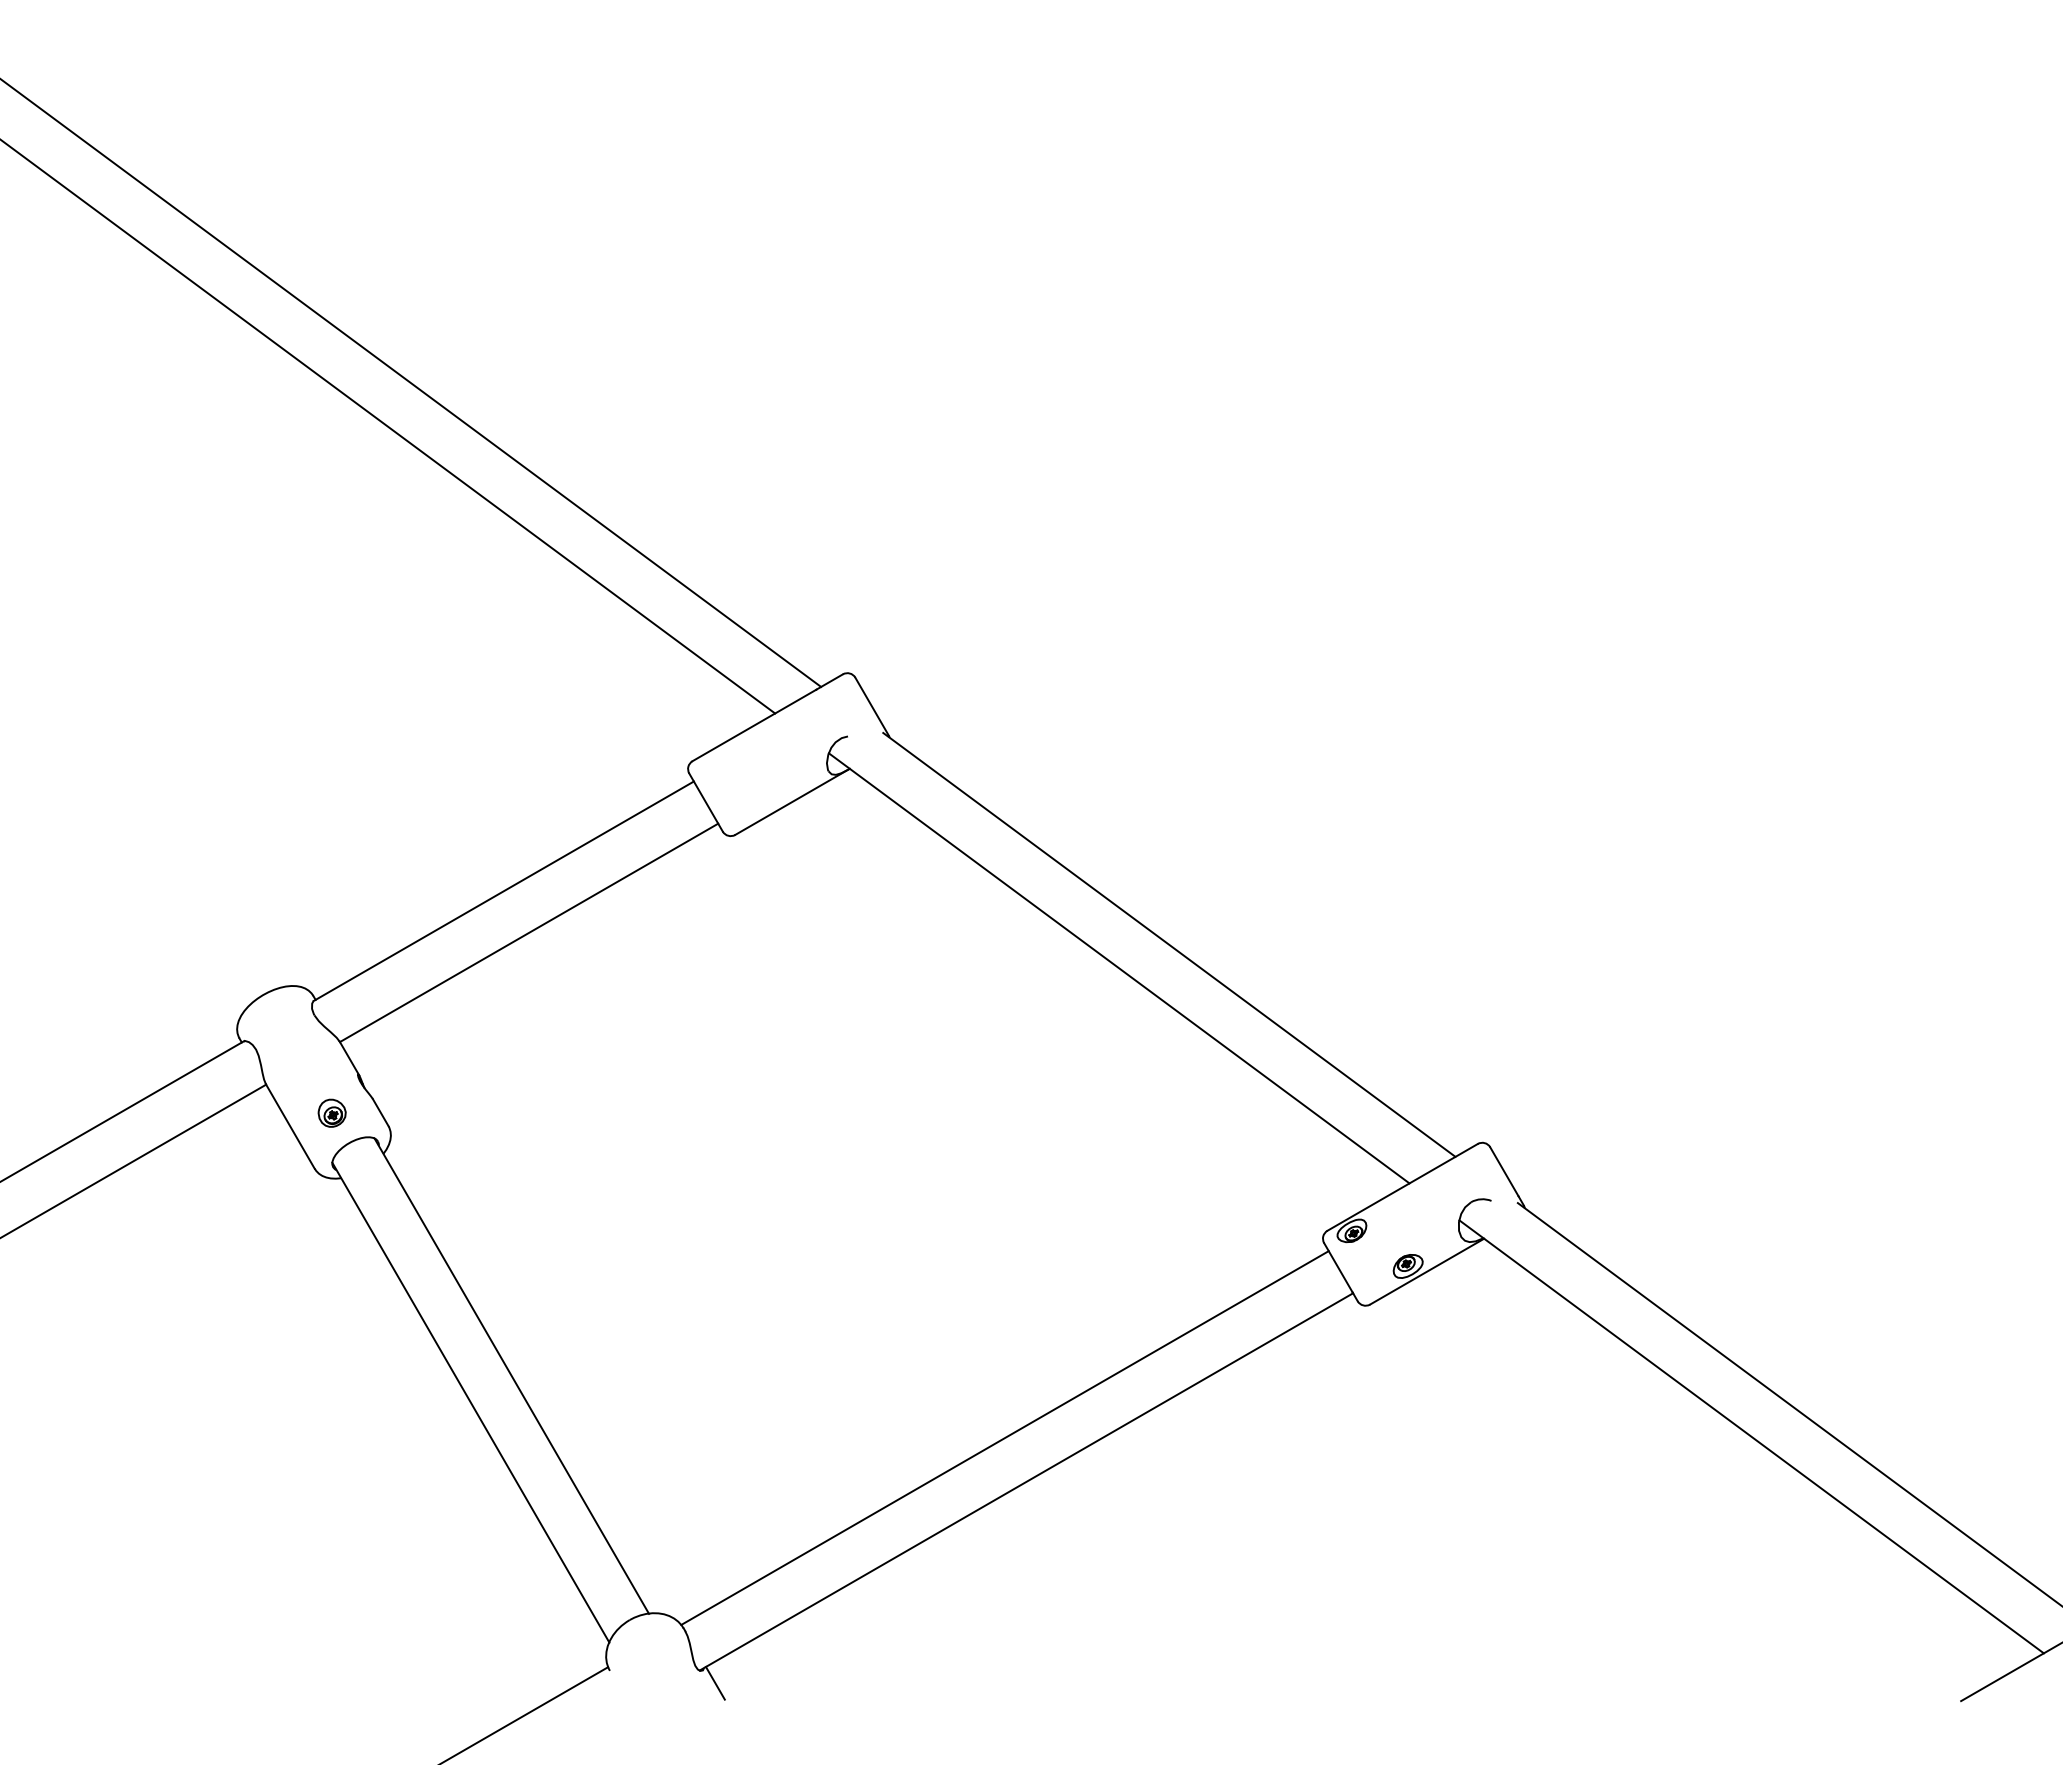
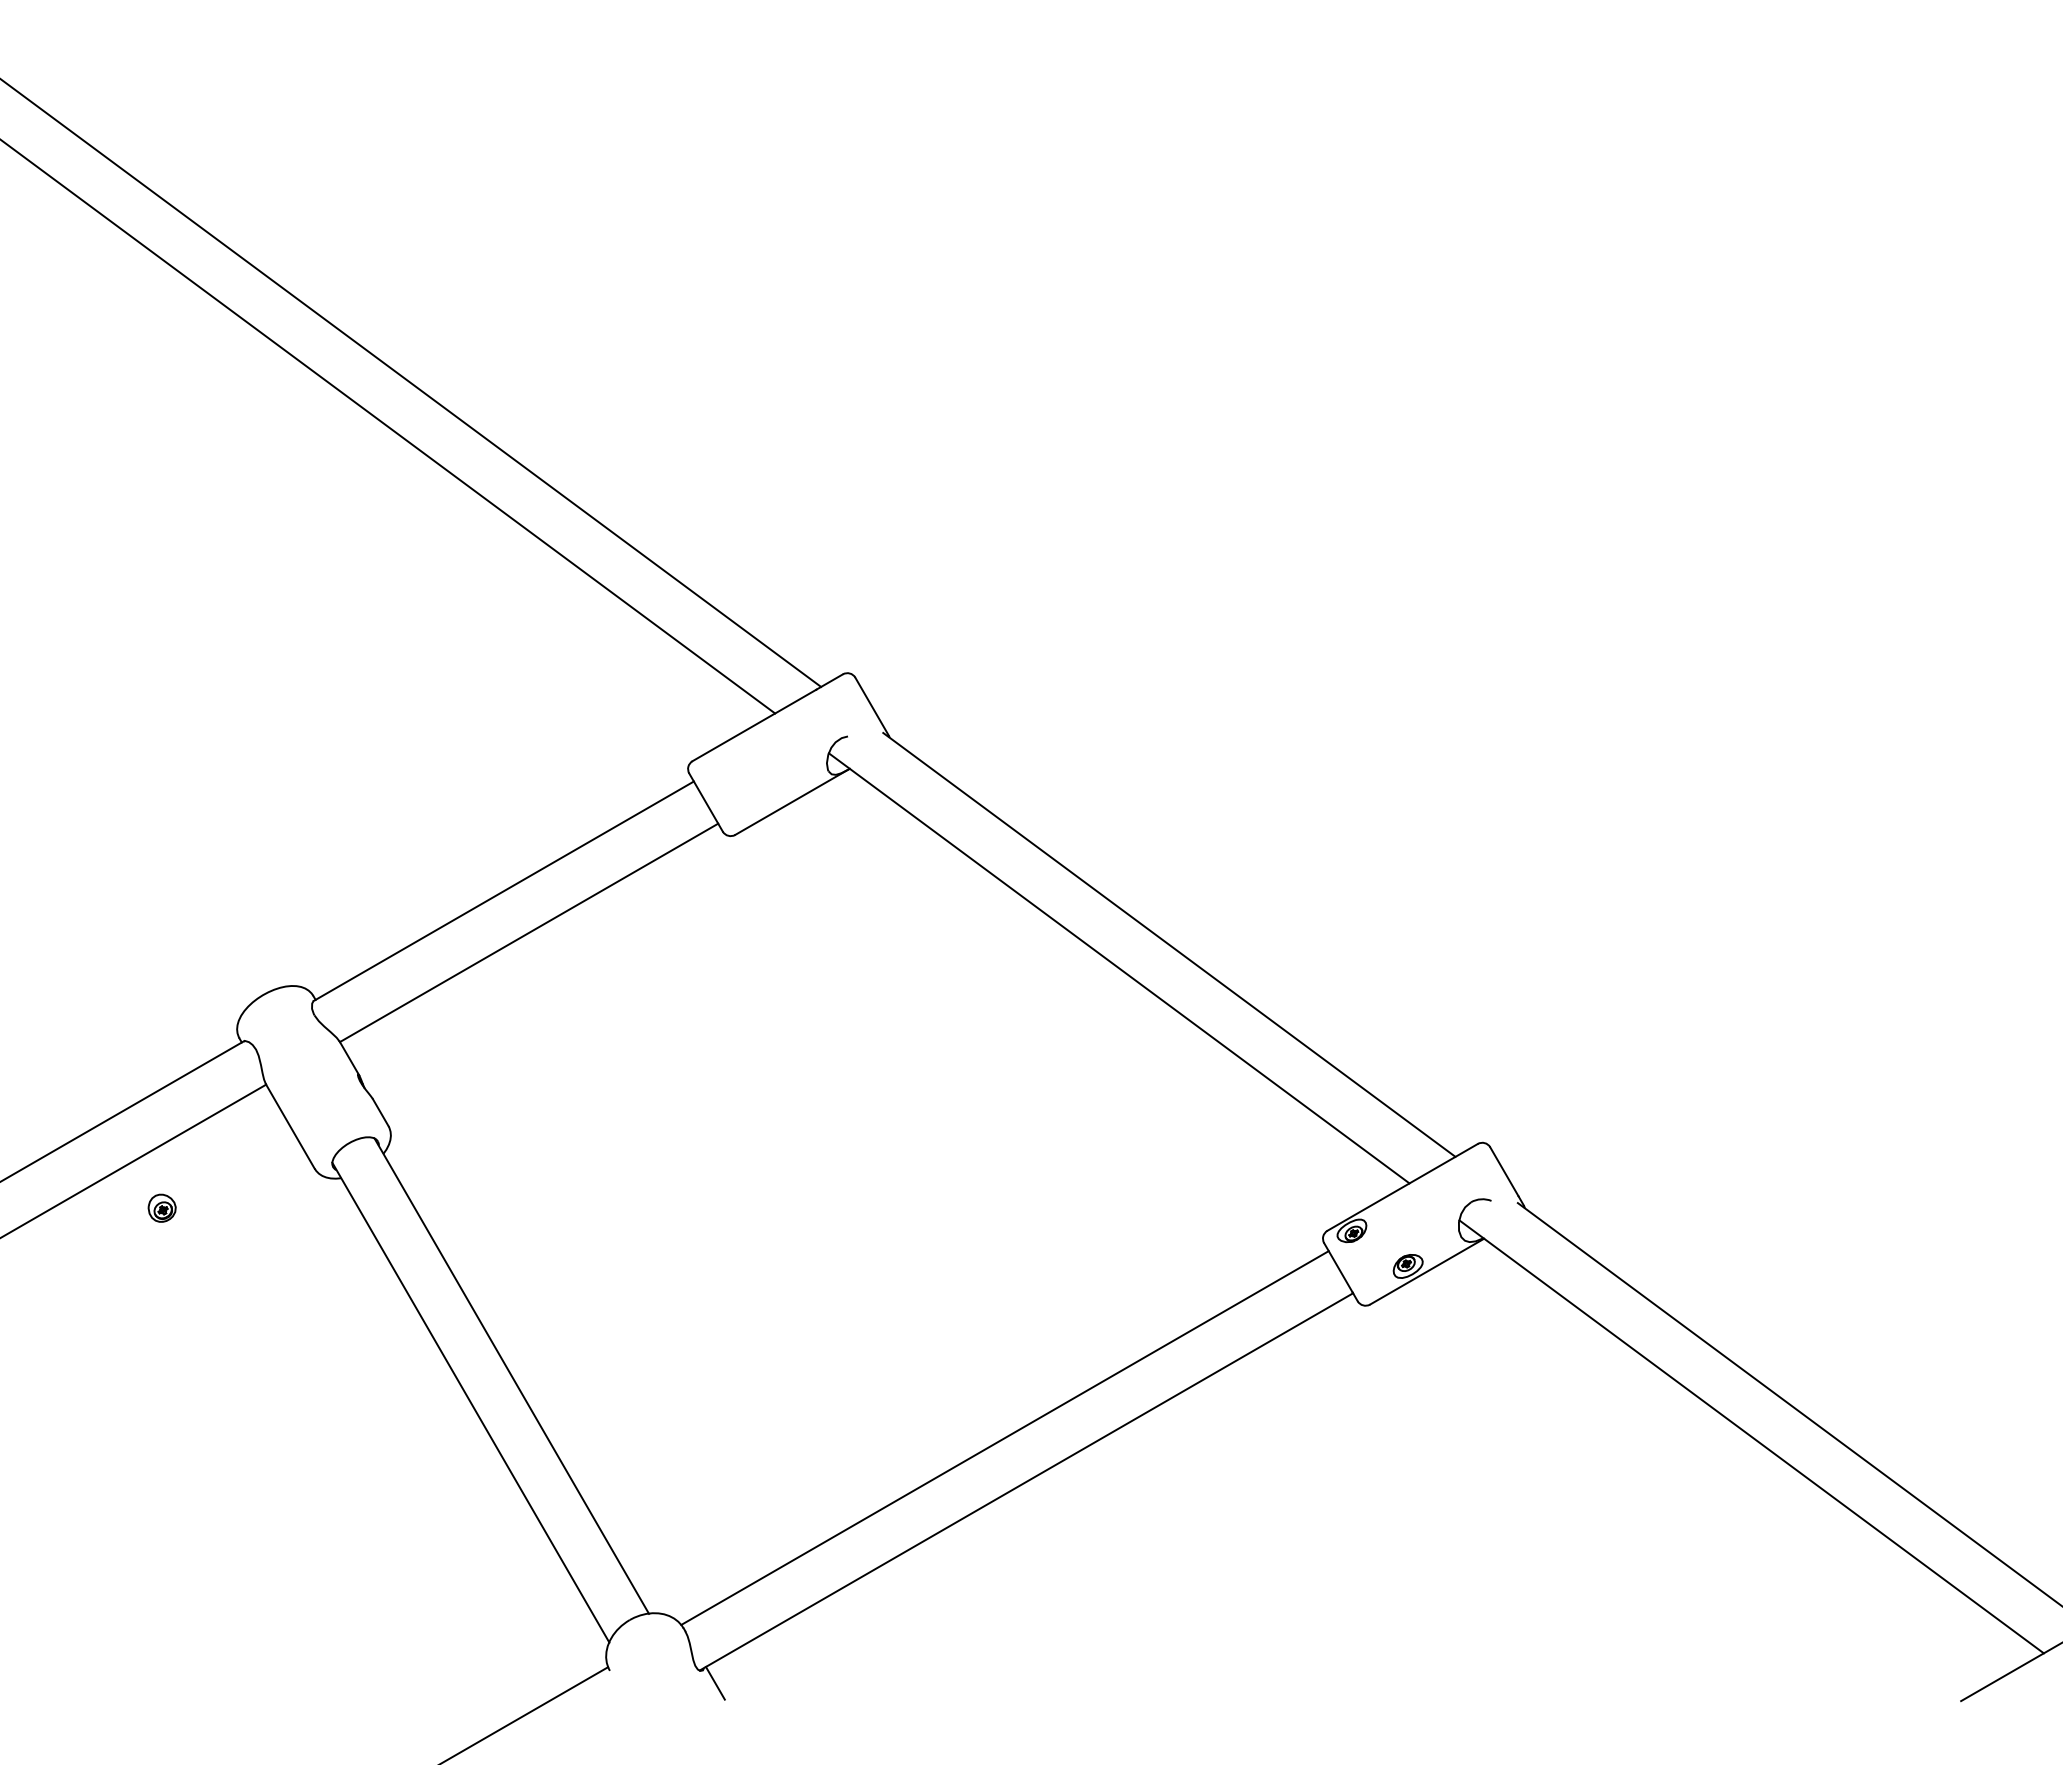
part at (331, 1112) position: (331, 1112) -> (161, 1207)
